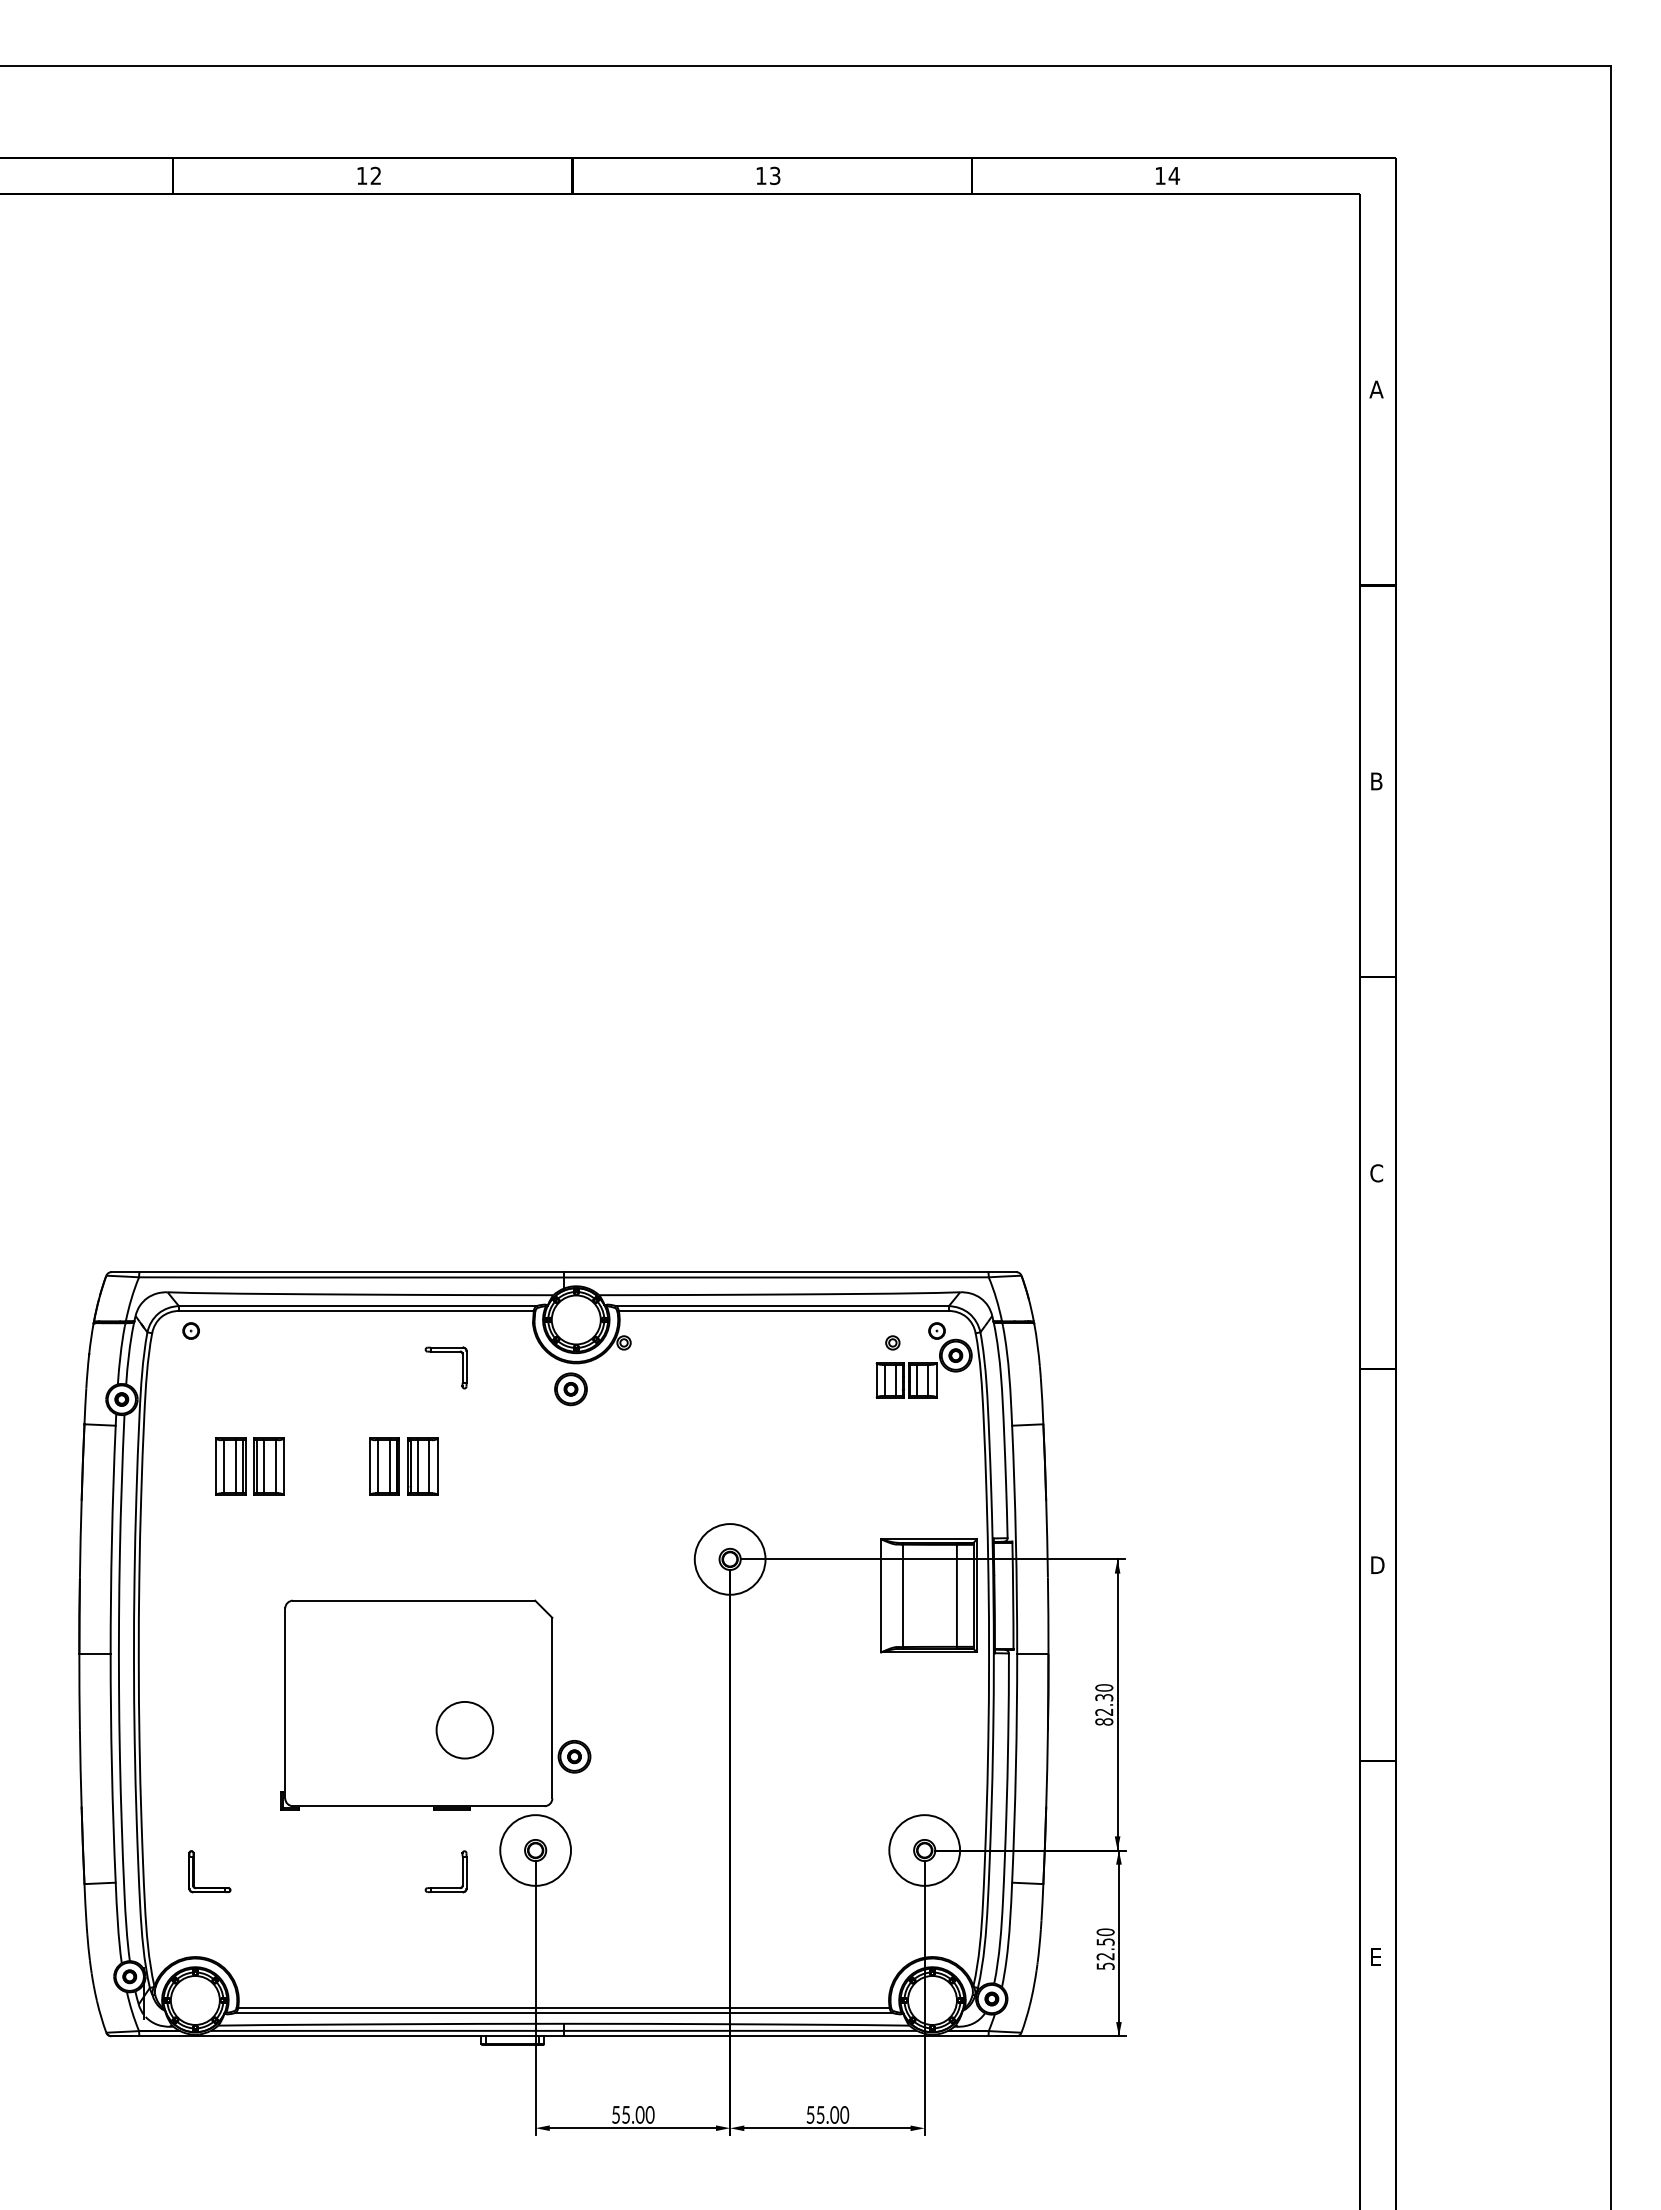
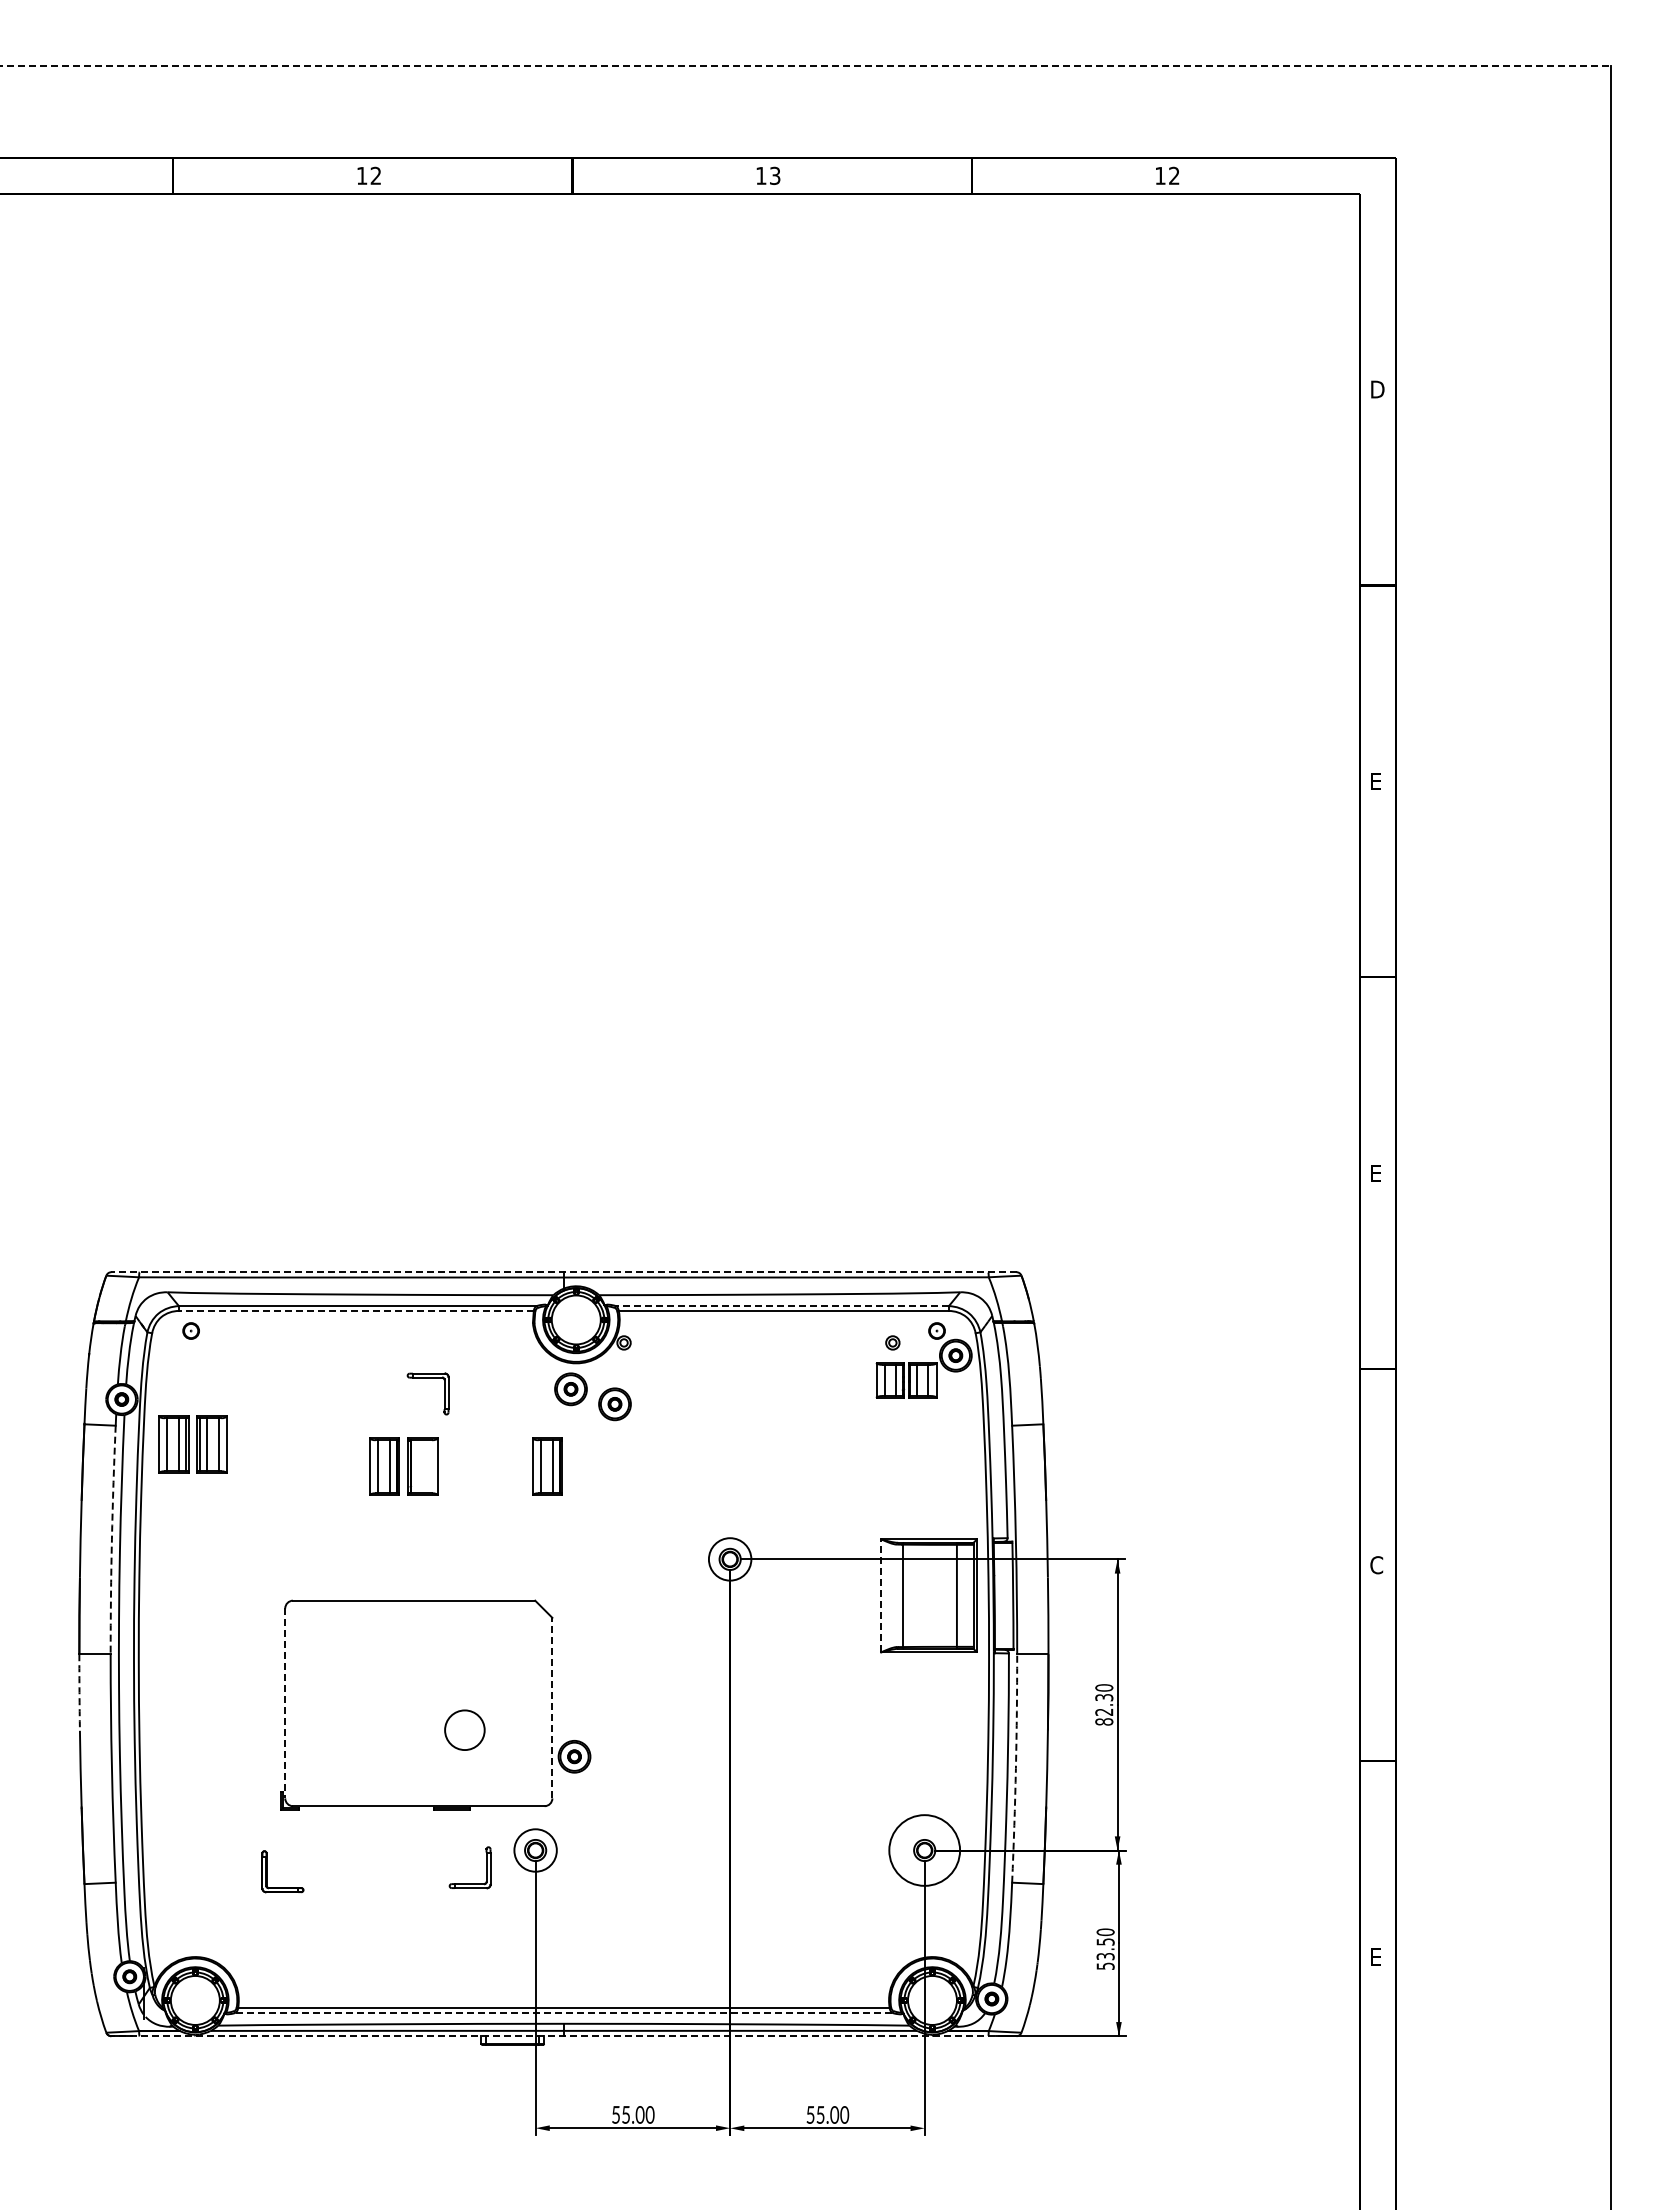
line at (806, 66): solid -> dashed
text at (1174, 175): 14 -> 12
text at (1376, 389): A -> D
text at (1376, 781): B -> E
text at (1376, 1173): C -> E
line at (563, 1272): solid -> dashed
line at (782, 1306): solid -> dashed
line at (355, 1310): solid -> dashed
part at (445, 1352) position: (445, 1352) -> (427, 1378)
part at (614, 1404): none -> present
part at (249, 1466) position: (249, 1466) -> (192, 1444)
line at (418, 1466): present -> none
line at (429, 1466): present -> none
part at (547, 1466): none -> present
arc at (111, 1539): solid -> dashed
circle at (729, 1559) diameter: 71 px -> 42 px
text at (1377, 1565): D -> C
line at (881, 1595): solid -> dashed
arc at (79, 1692): solid -> dashed
line at (285, 1703): solid -> dashed
line at (552, 1707): solid -> dashed
circle at (464, 1729) diameter: 57 px -> 40 px
arc at (1015, 1768): solid -> dashed
circle at (535, 1850) diameter: 71 px -> 42 px
part at (194, 1871) position: (194, 1871) -> (267, 1871)
part at (445, 1887) position: (445, 1887) -> (469, 1883)
text at (1105, 1956): 52.50 -> 53.50
line at (564, 2012): solid -> dashed
line at (563, 2036): solid -> dashed
